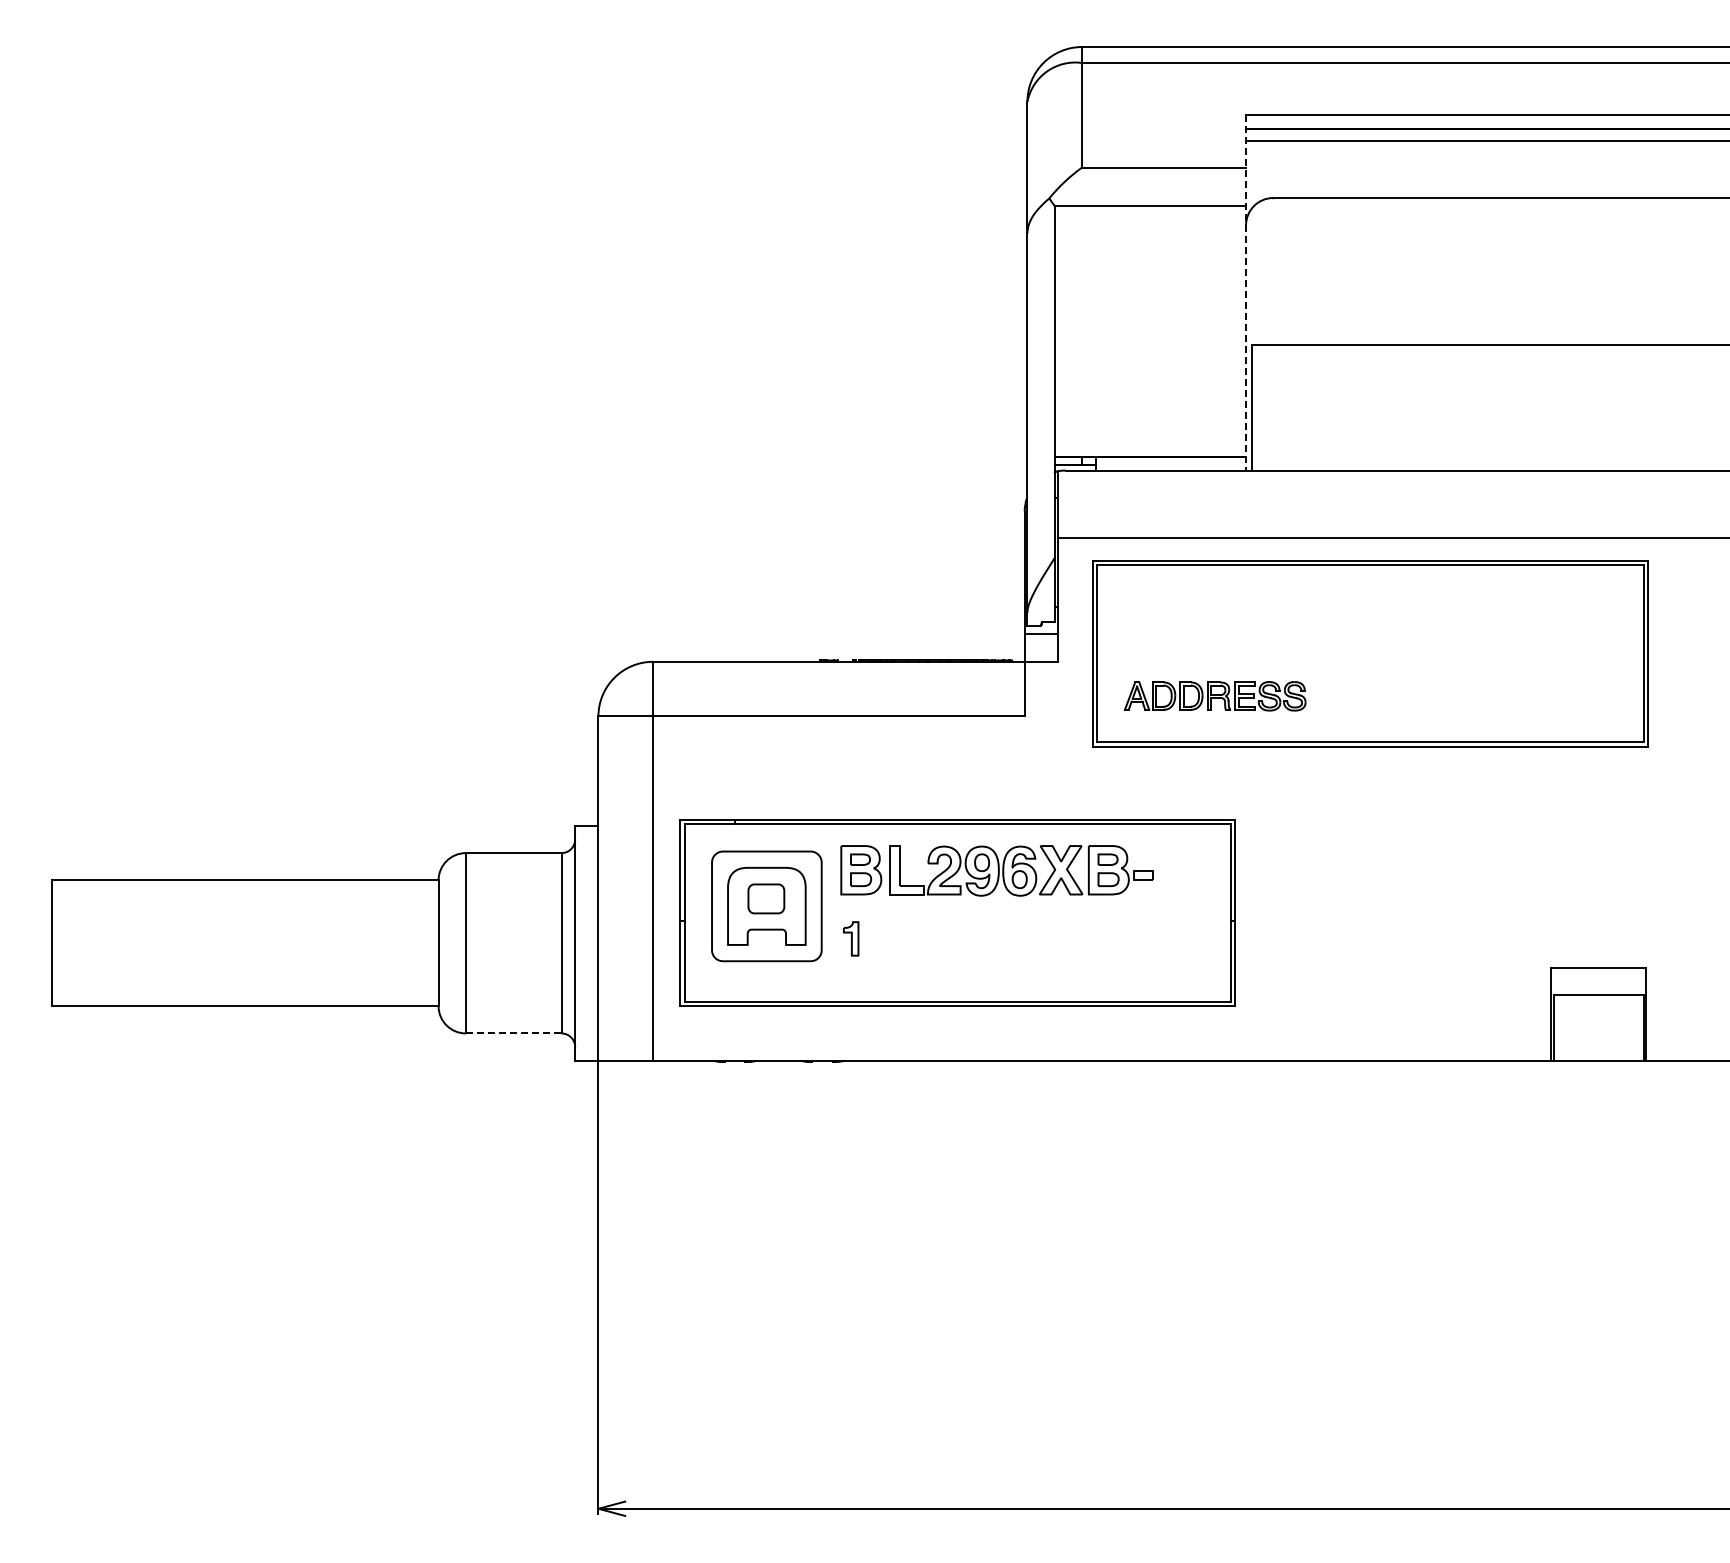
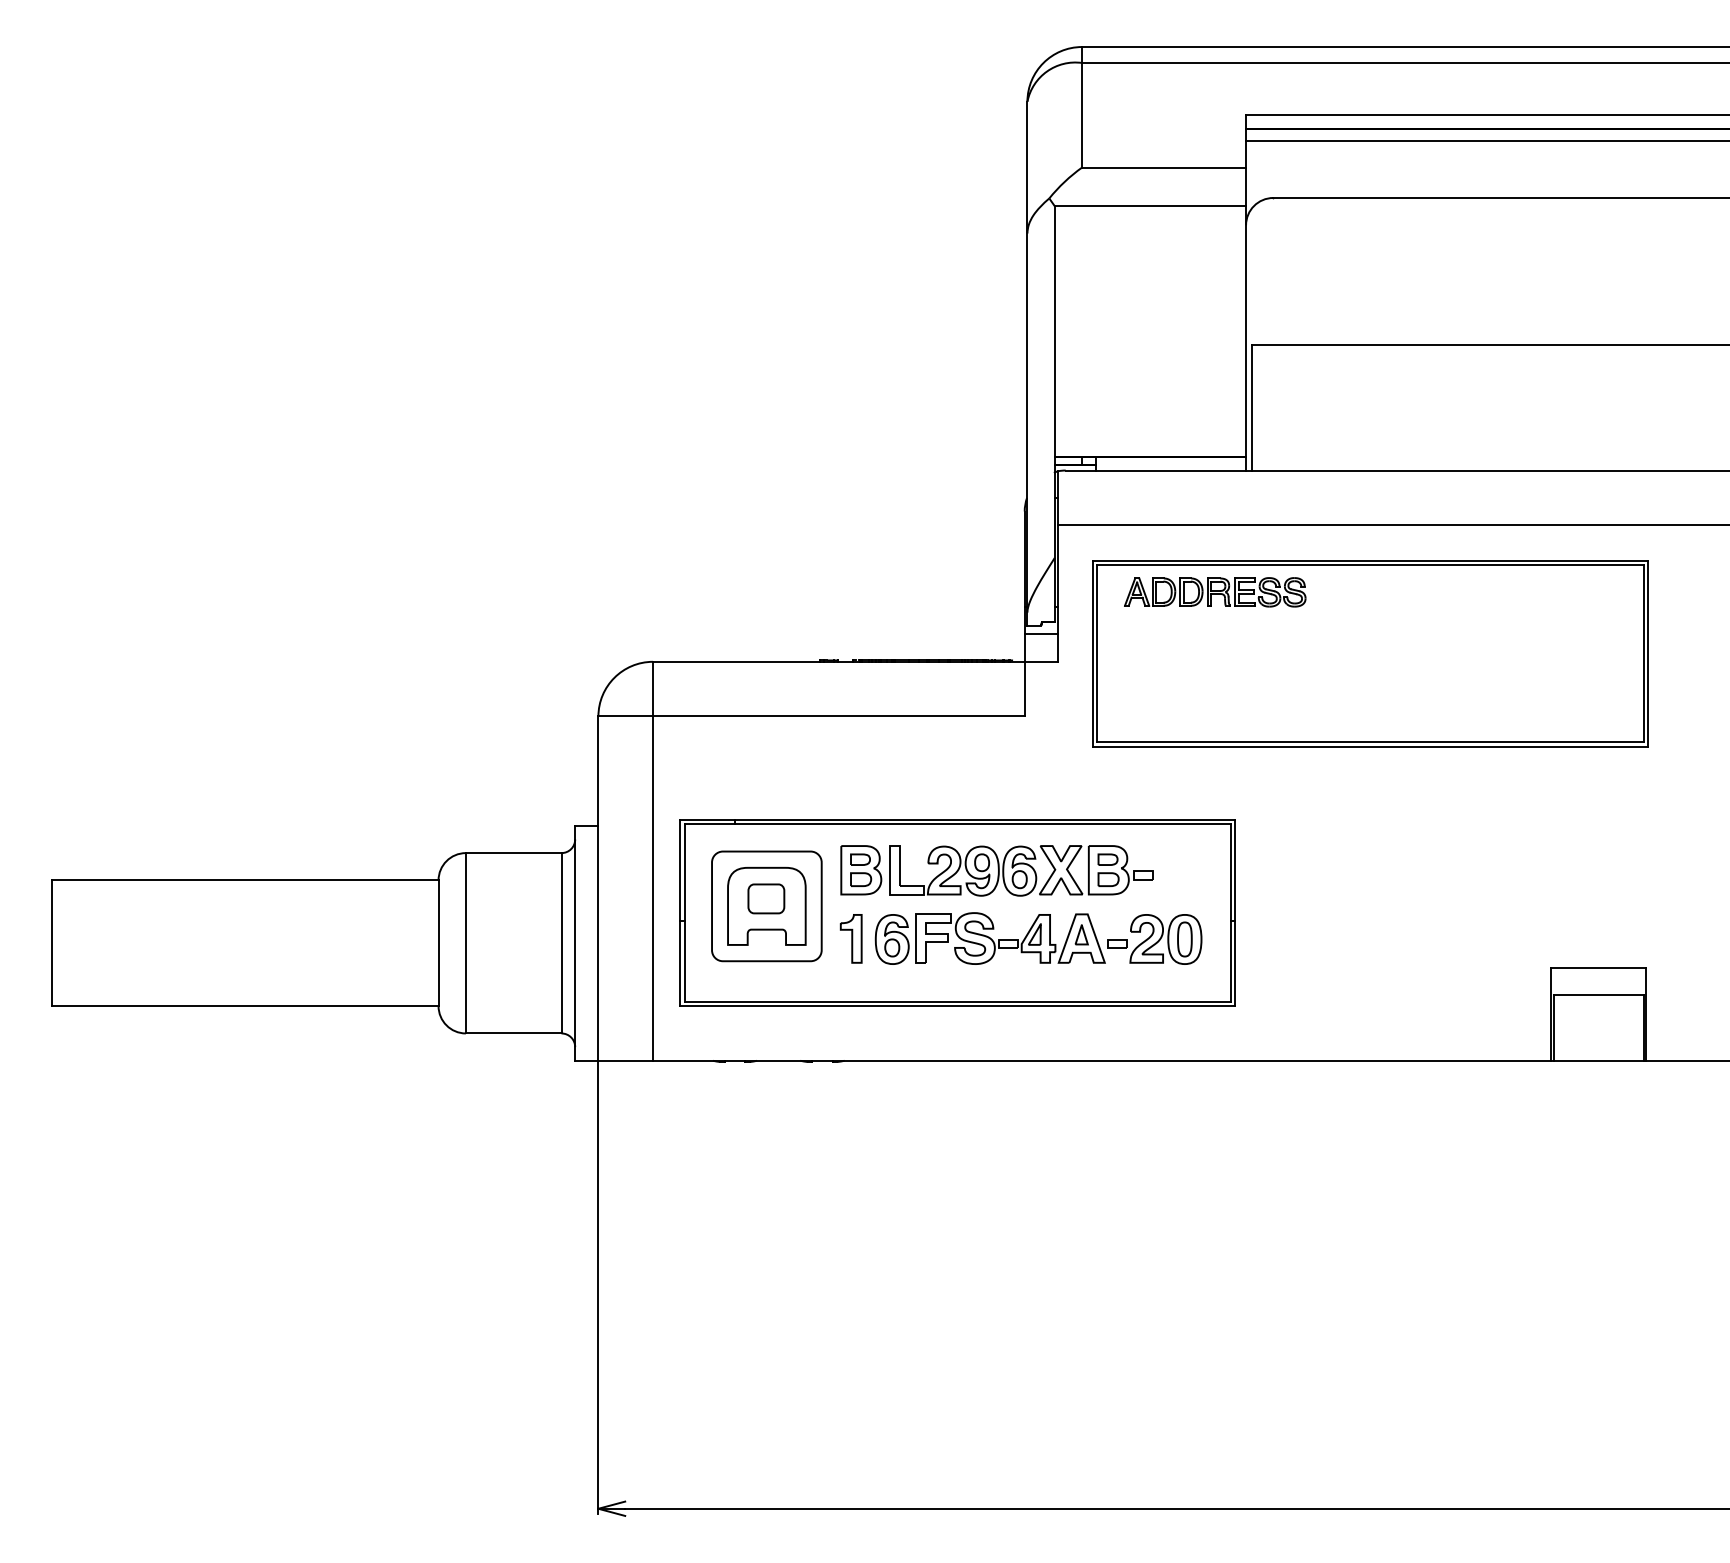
line at (1246, 292): dashed -> solid
line at (1391, 538) position: (1391, 538) -> (1391, 525)
part at (1215, 696) position: (1215, 696) -> (1215, 592)
part at (851, 938) size: 17x36 px -> 24x50 px
part at (1038, 938): none -> present
line at (513, 1033): dashed -> solid
